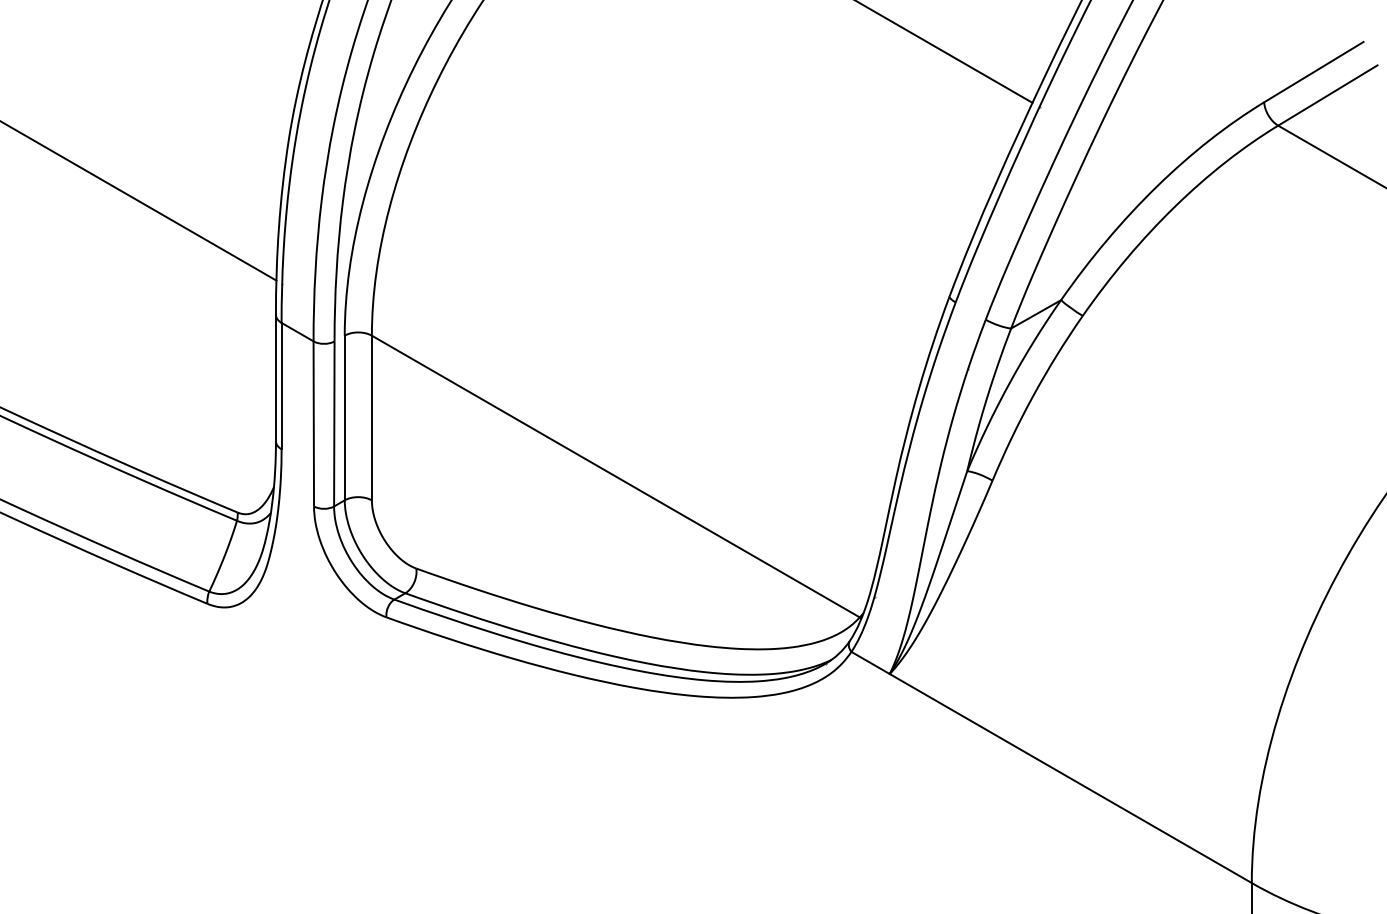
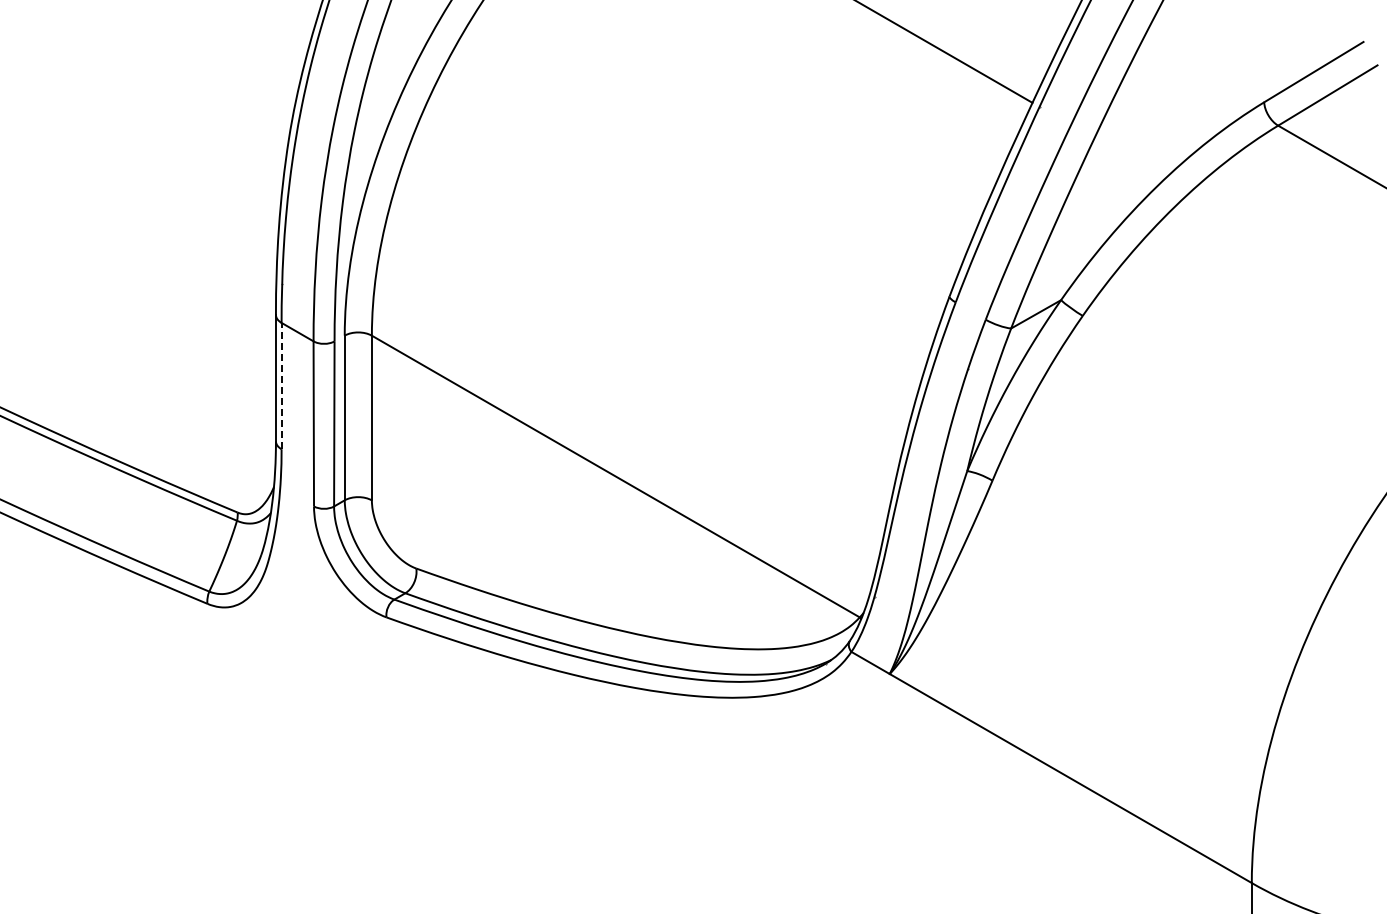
line at (139, 201): present -> none
line at (281, 385): solid -> dashed
